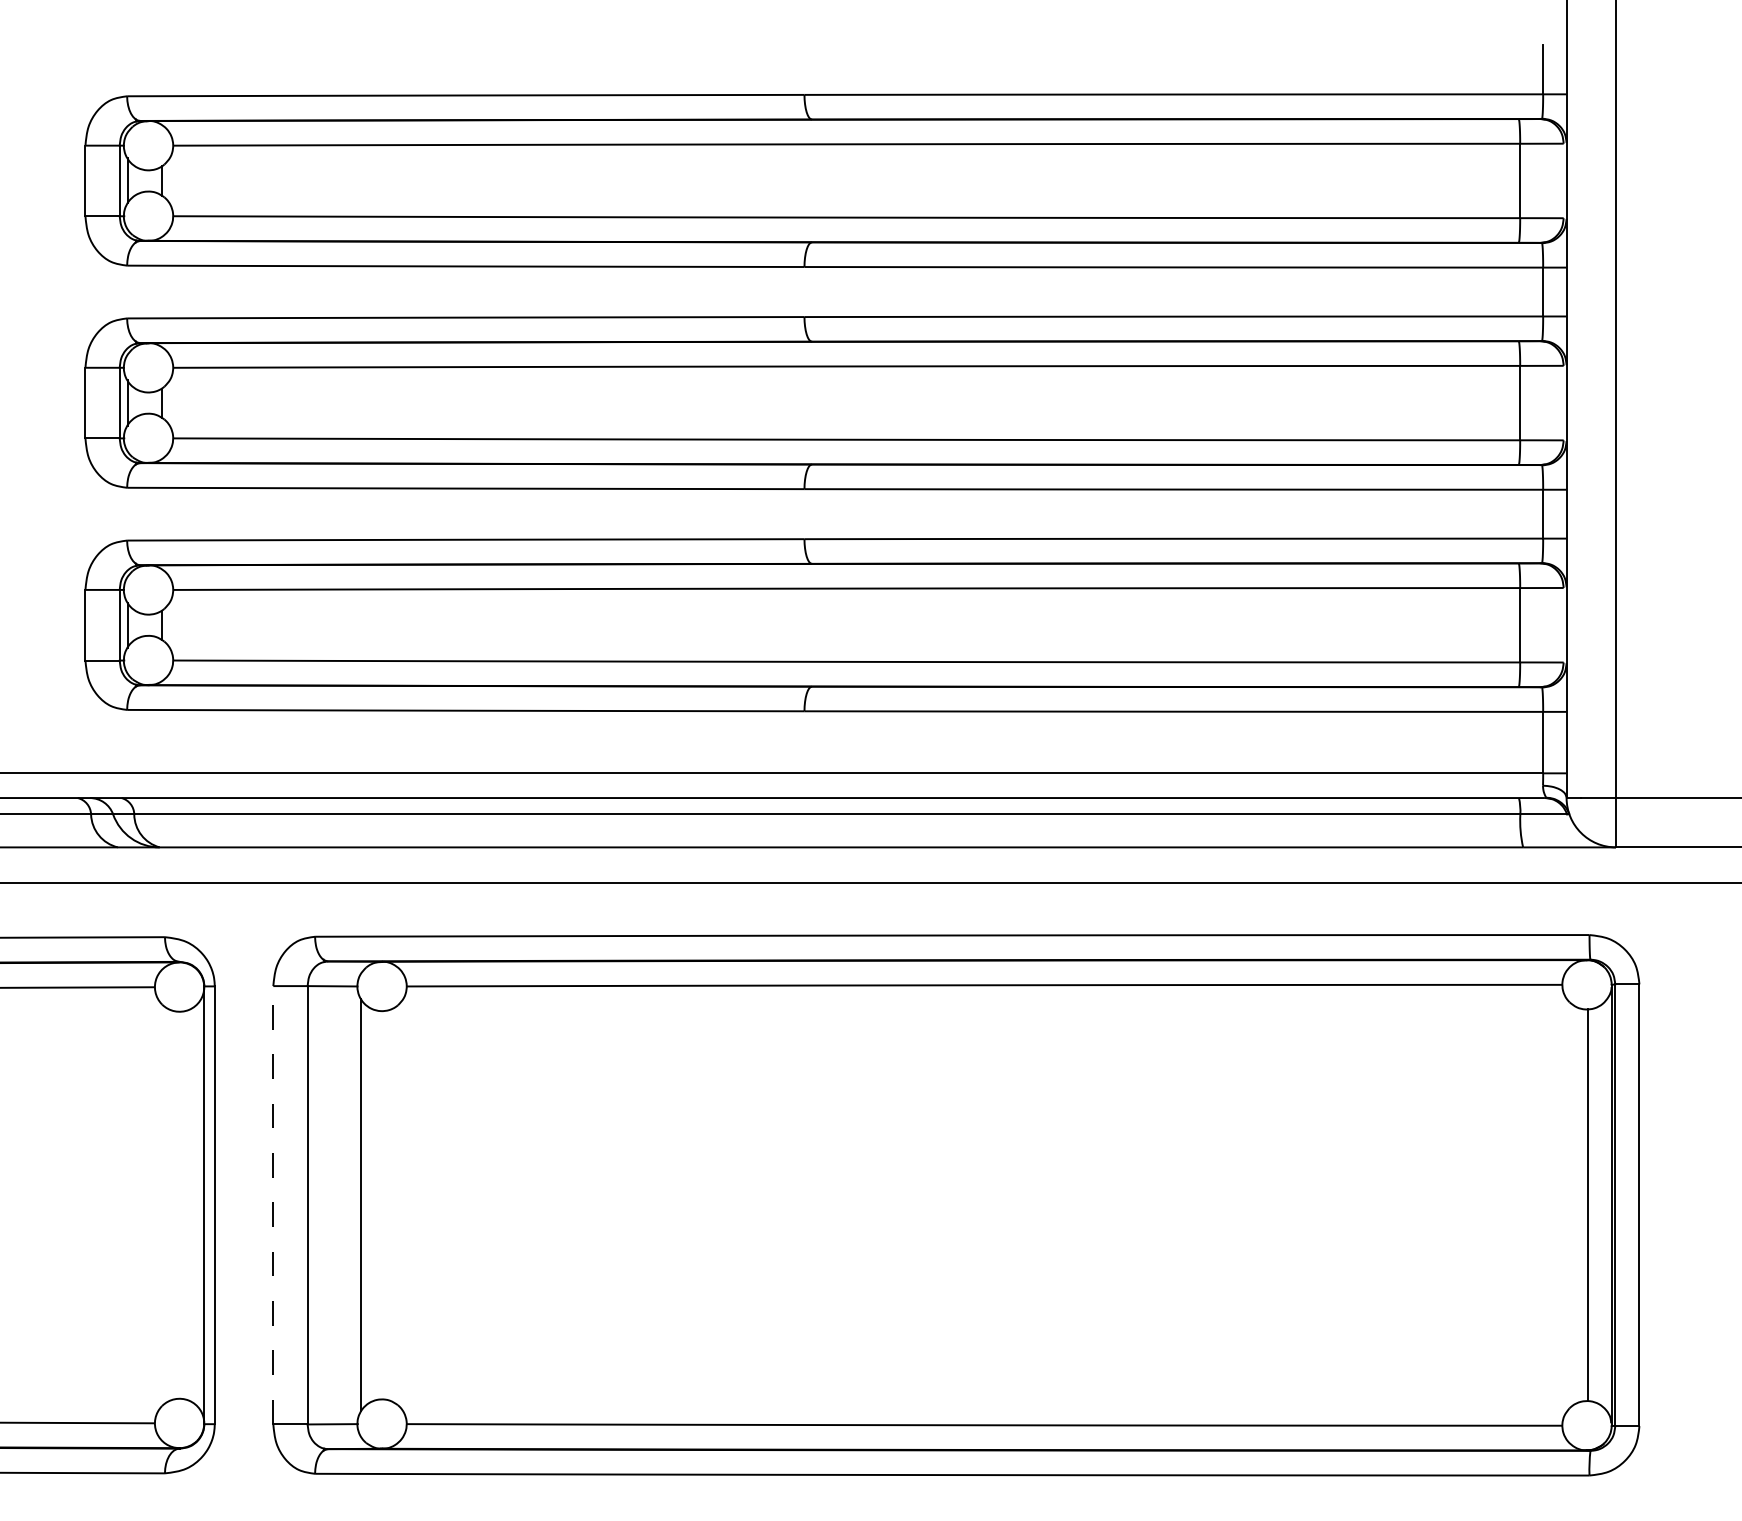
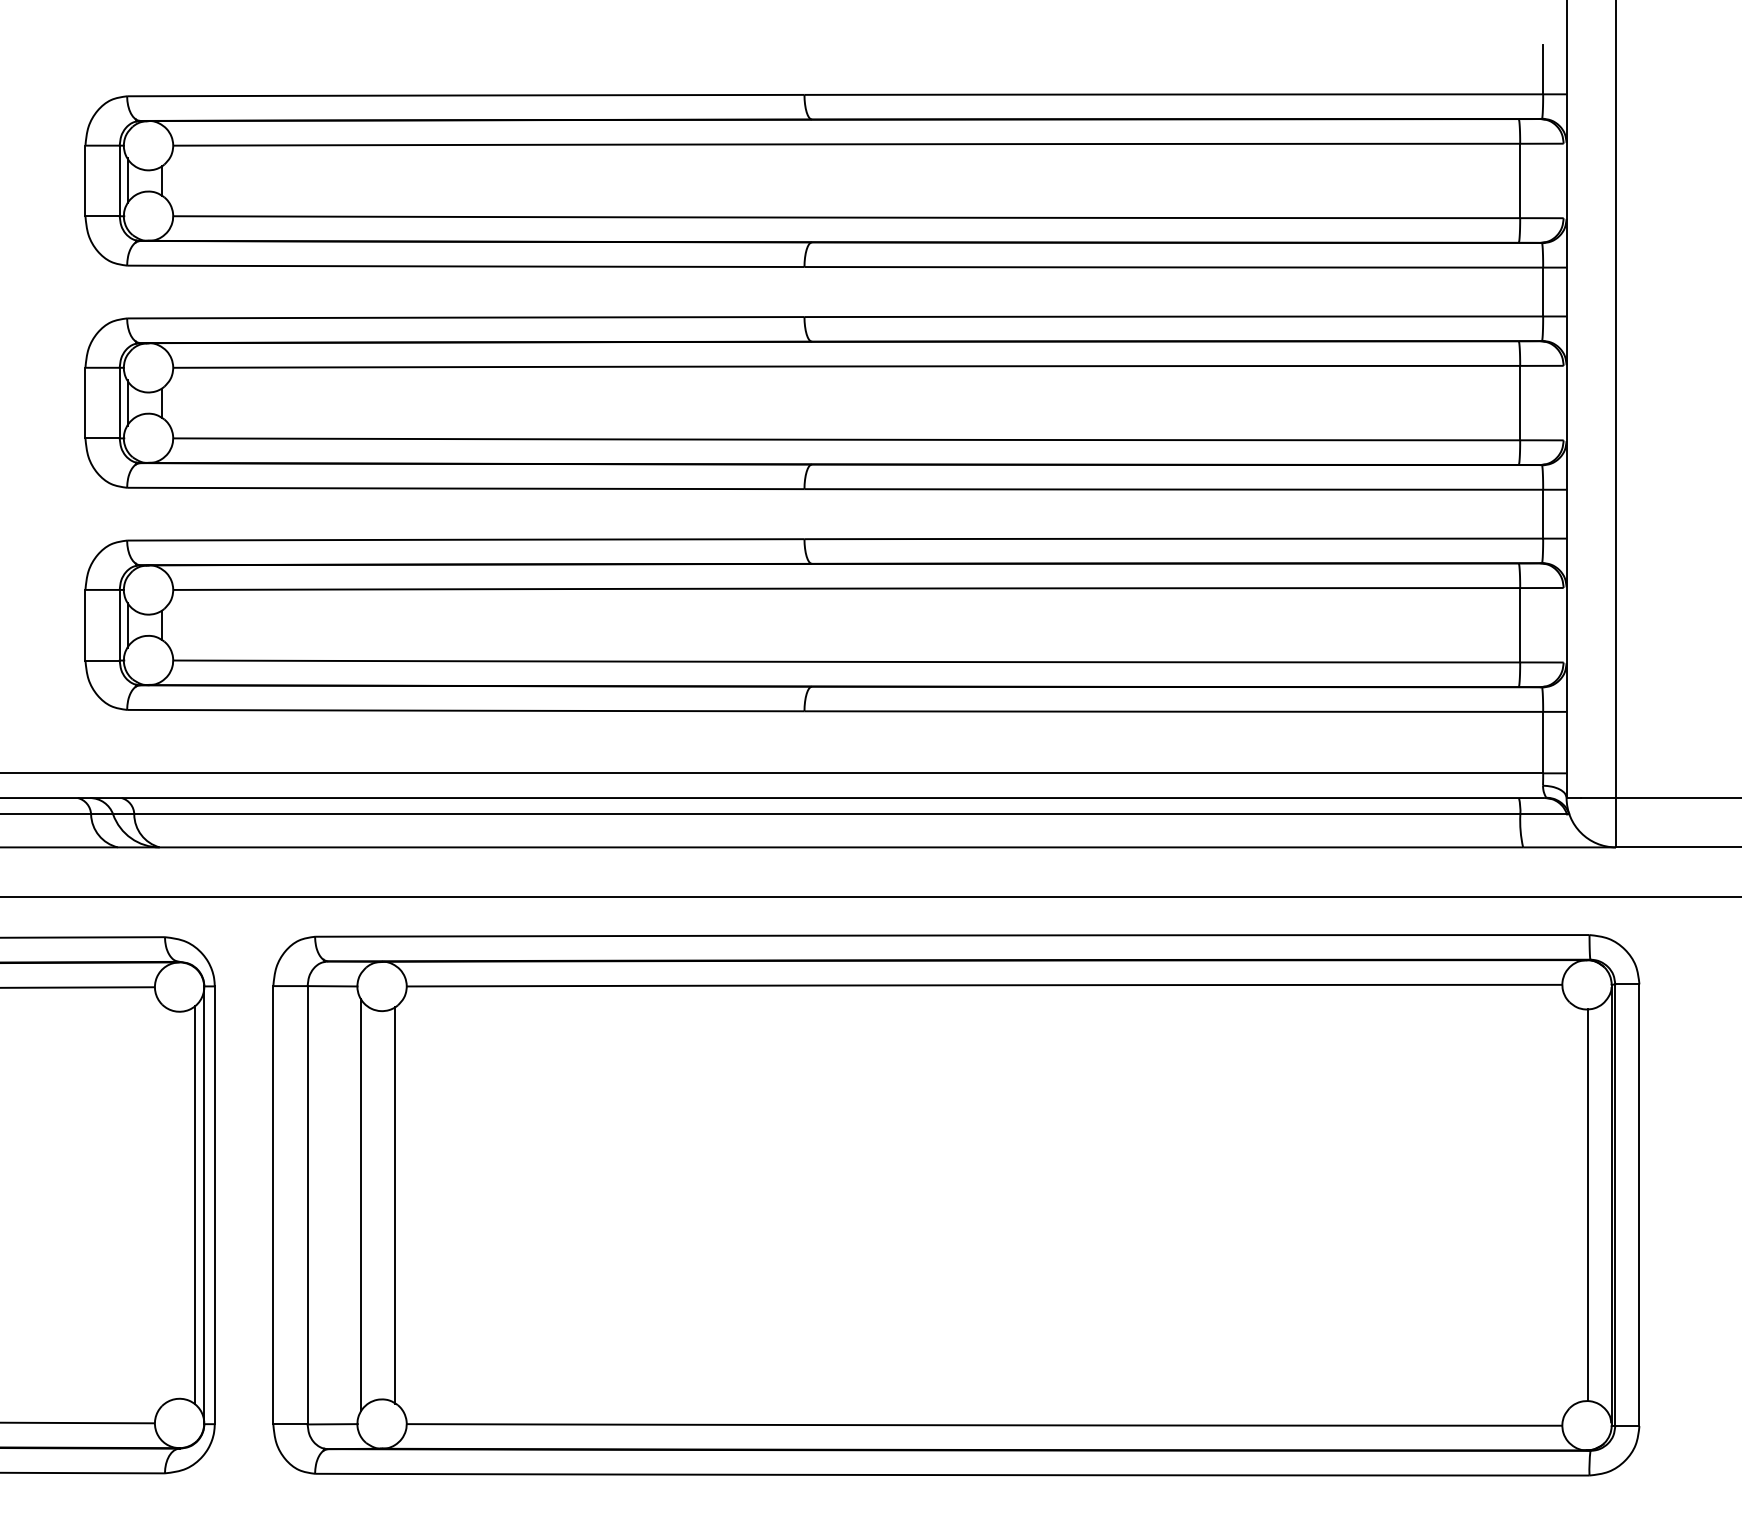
line at (870, 882) position: (870, 882) -> (870, 896)
line at (194, 1204): none -> present
line at (273, 1204): dashed -> solid
line at (395, 1205): none -> present
